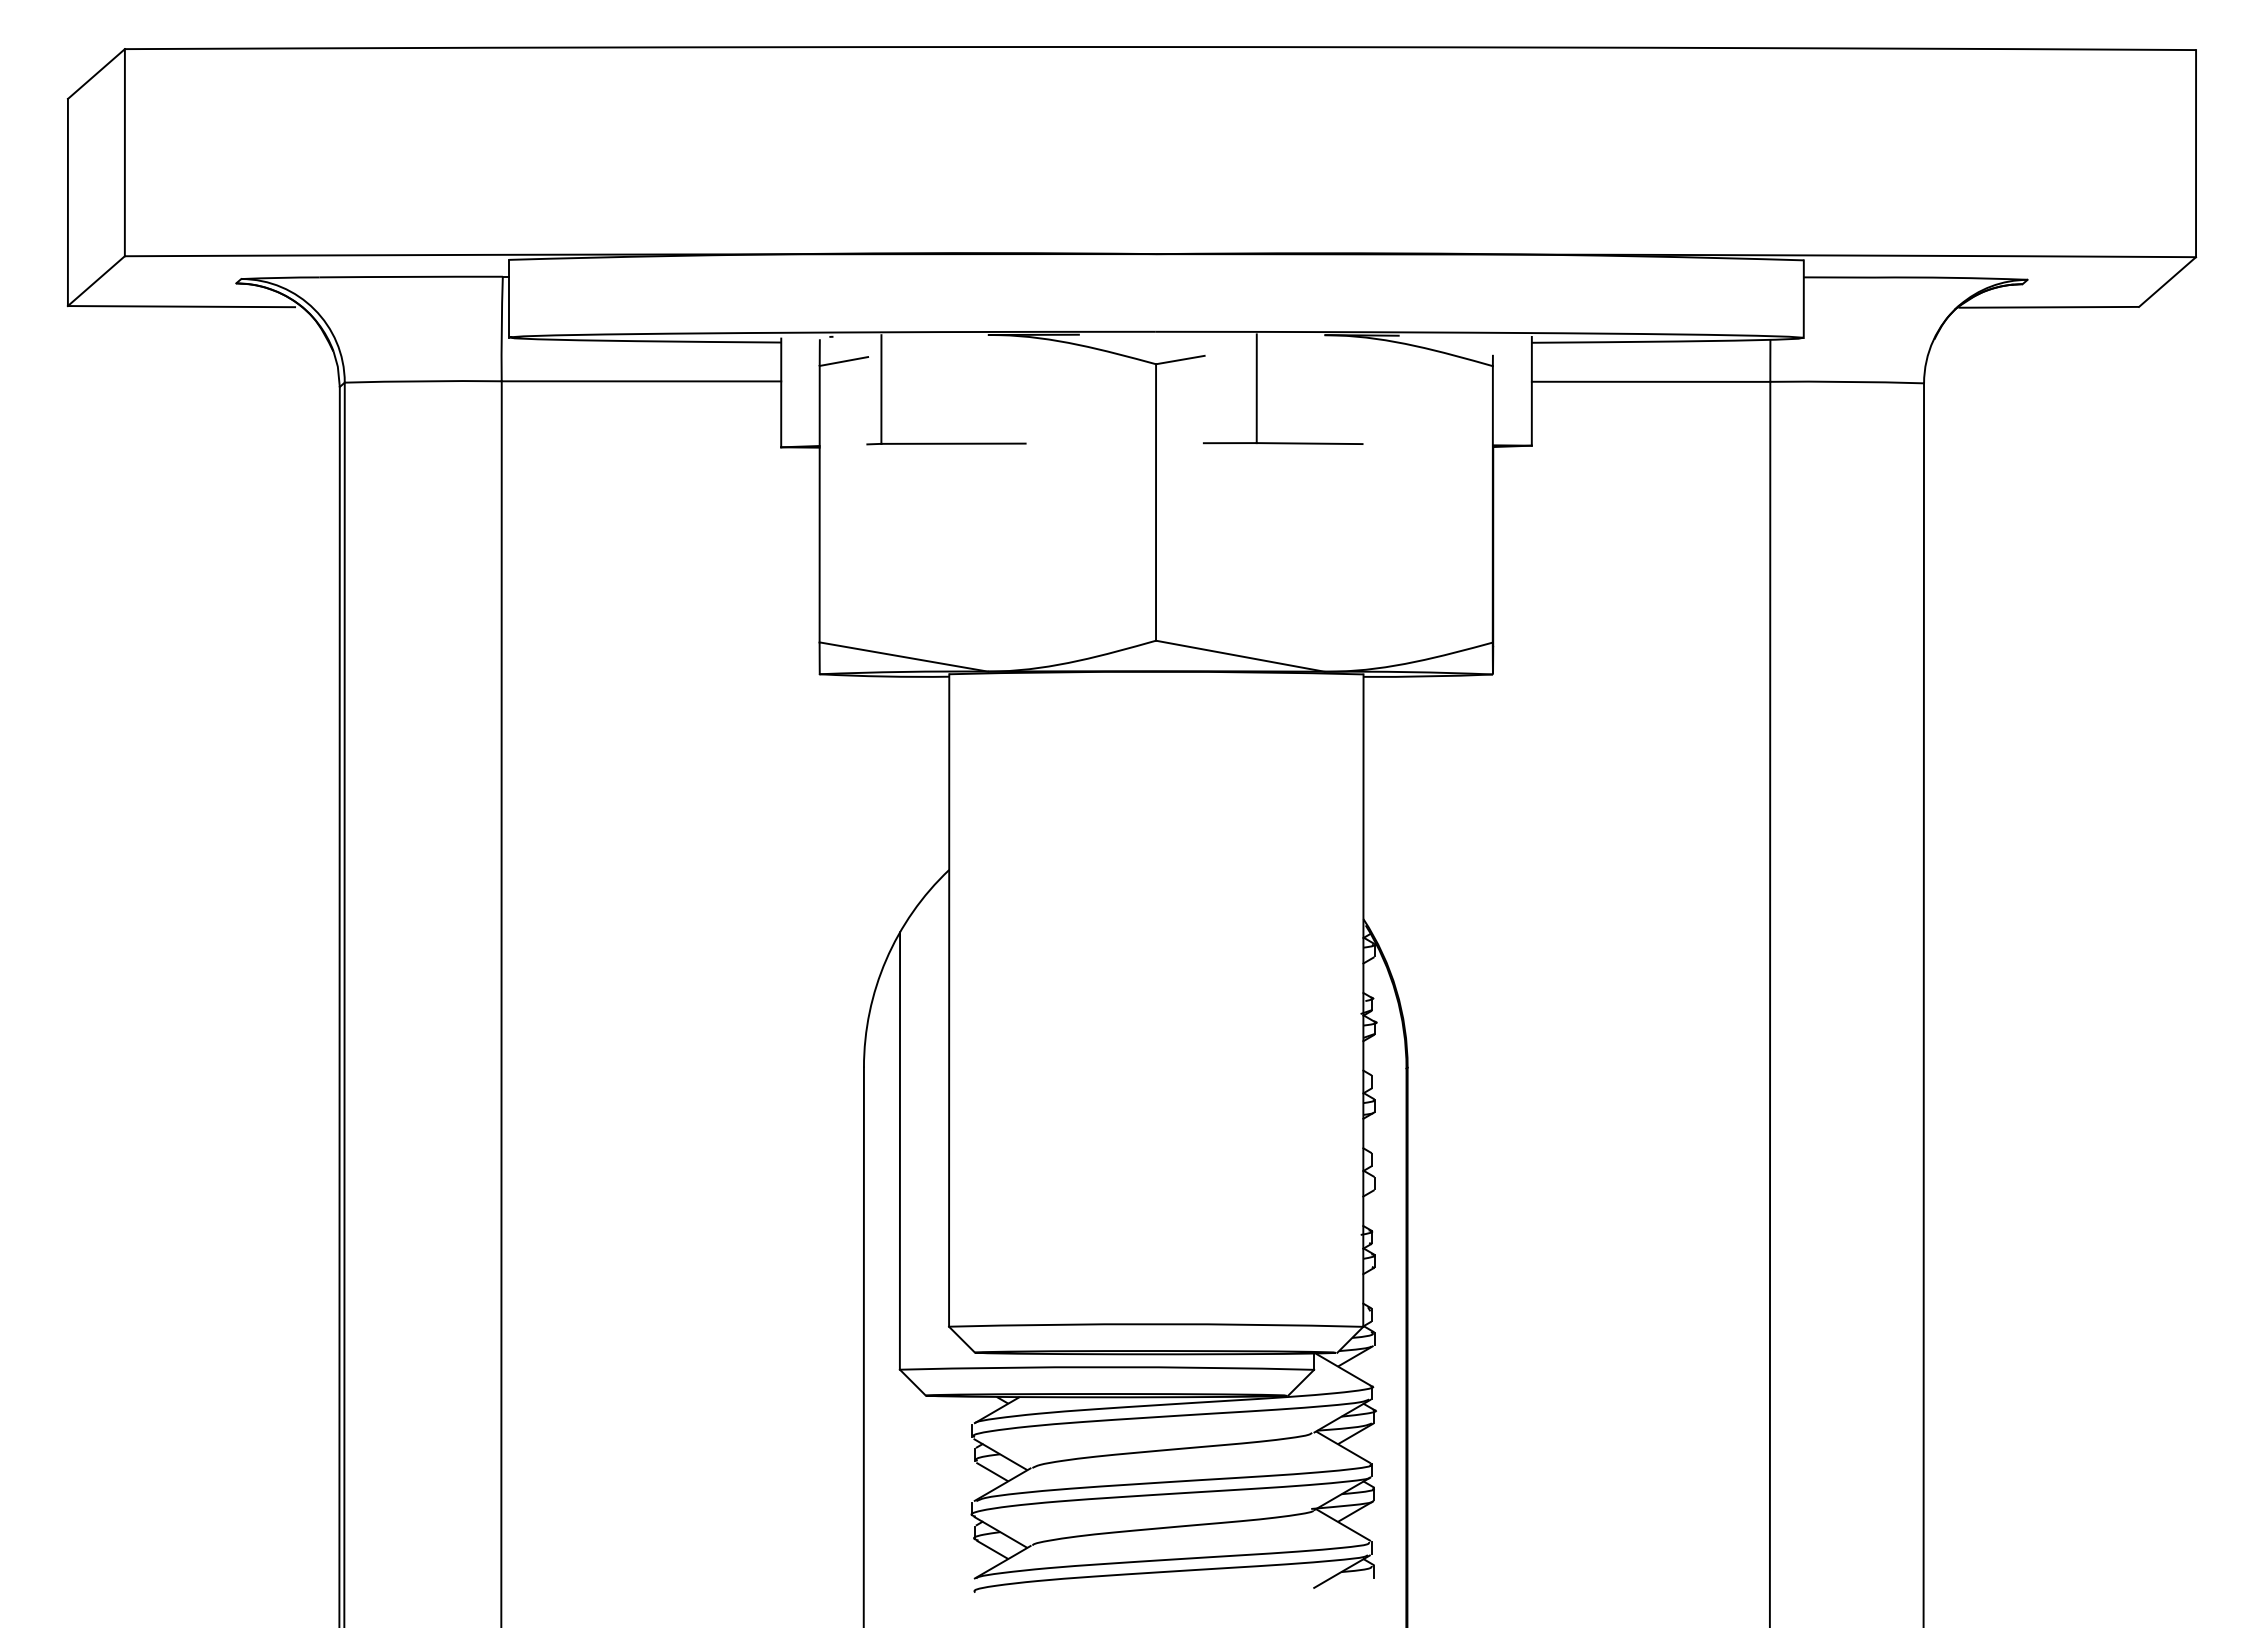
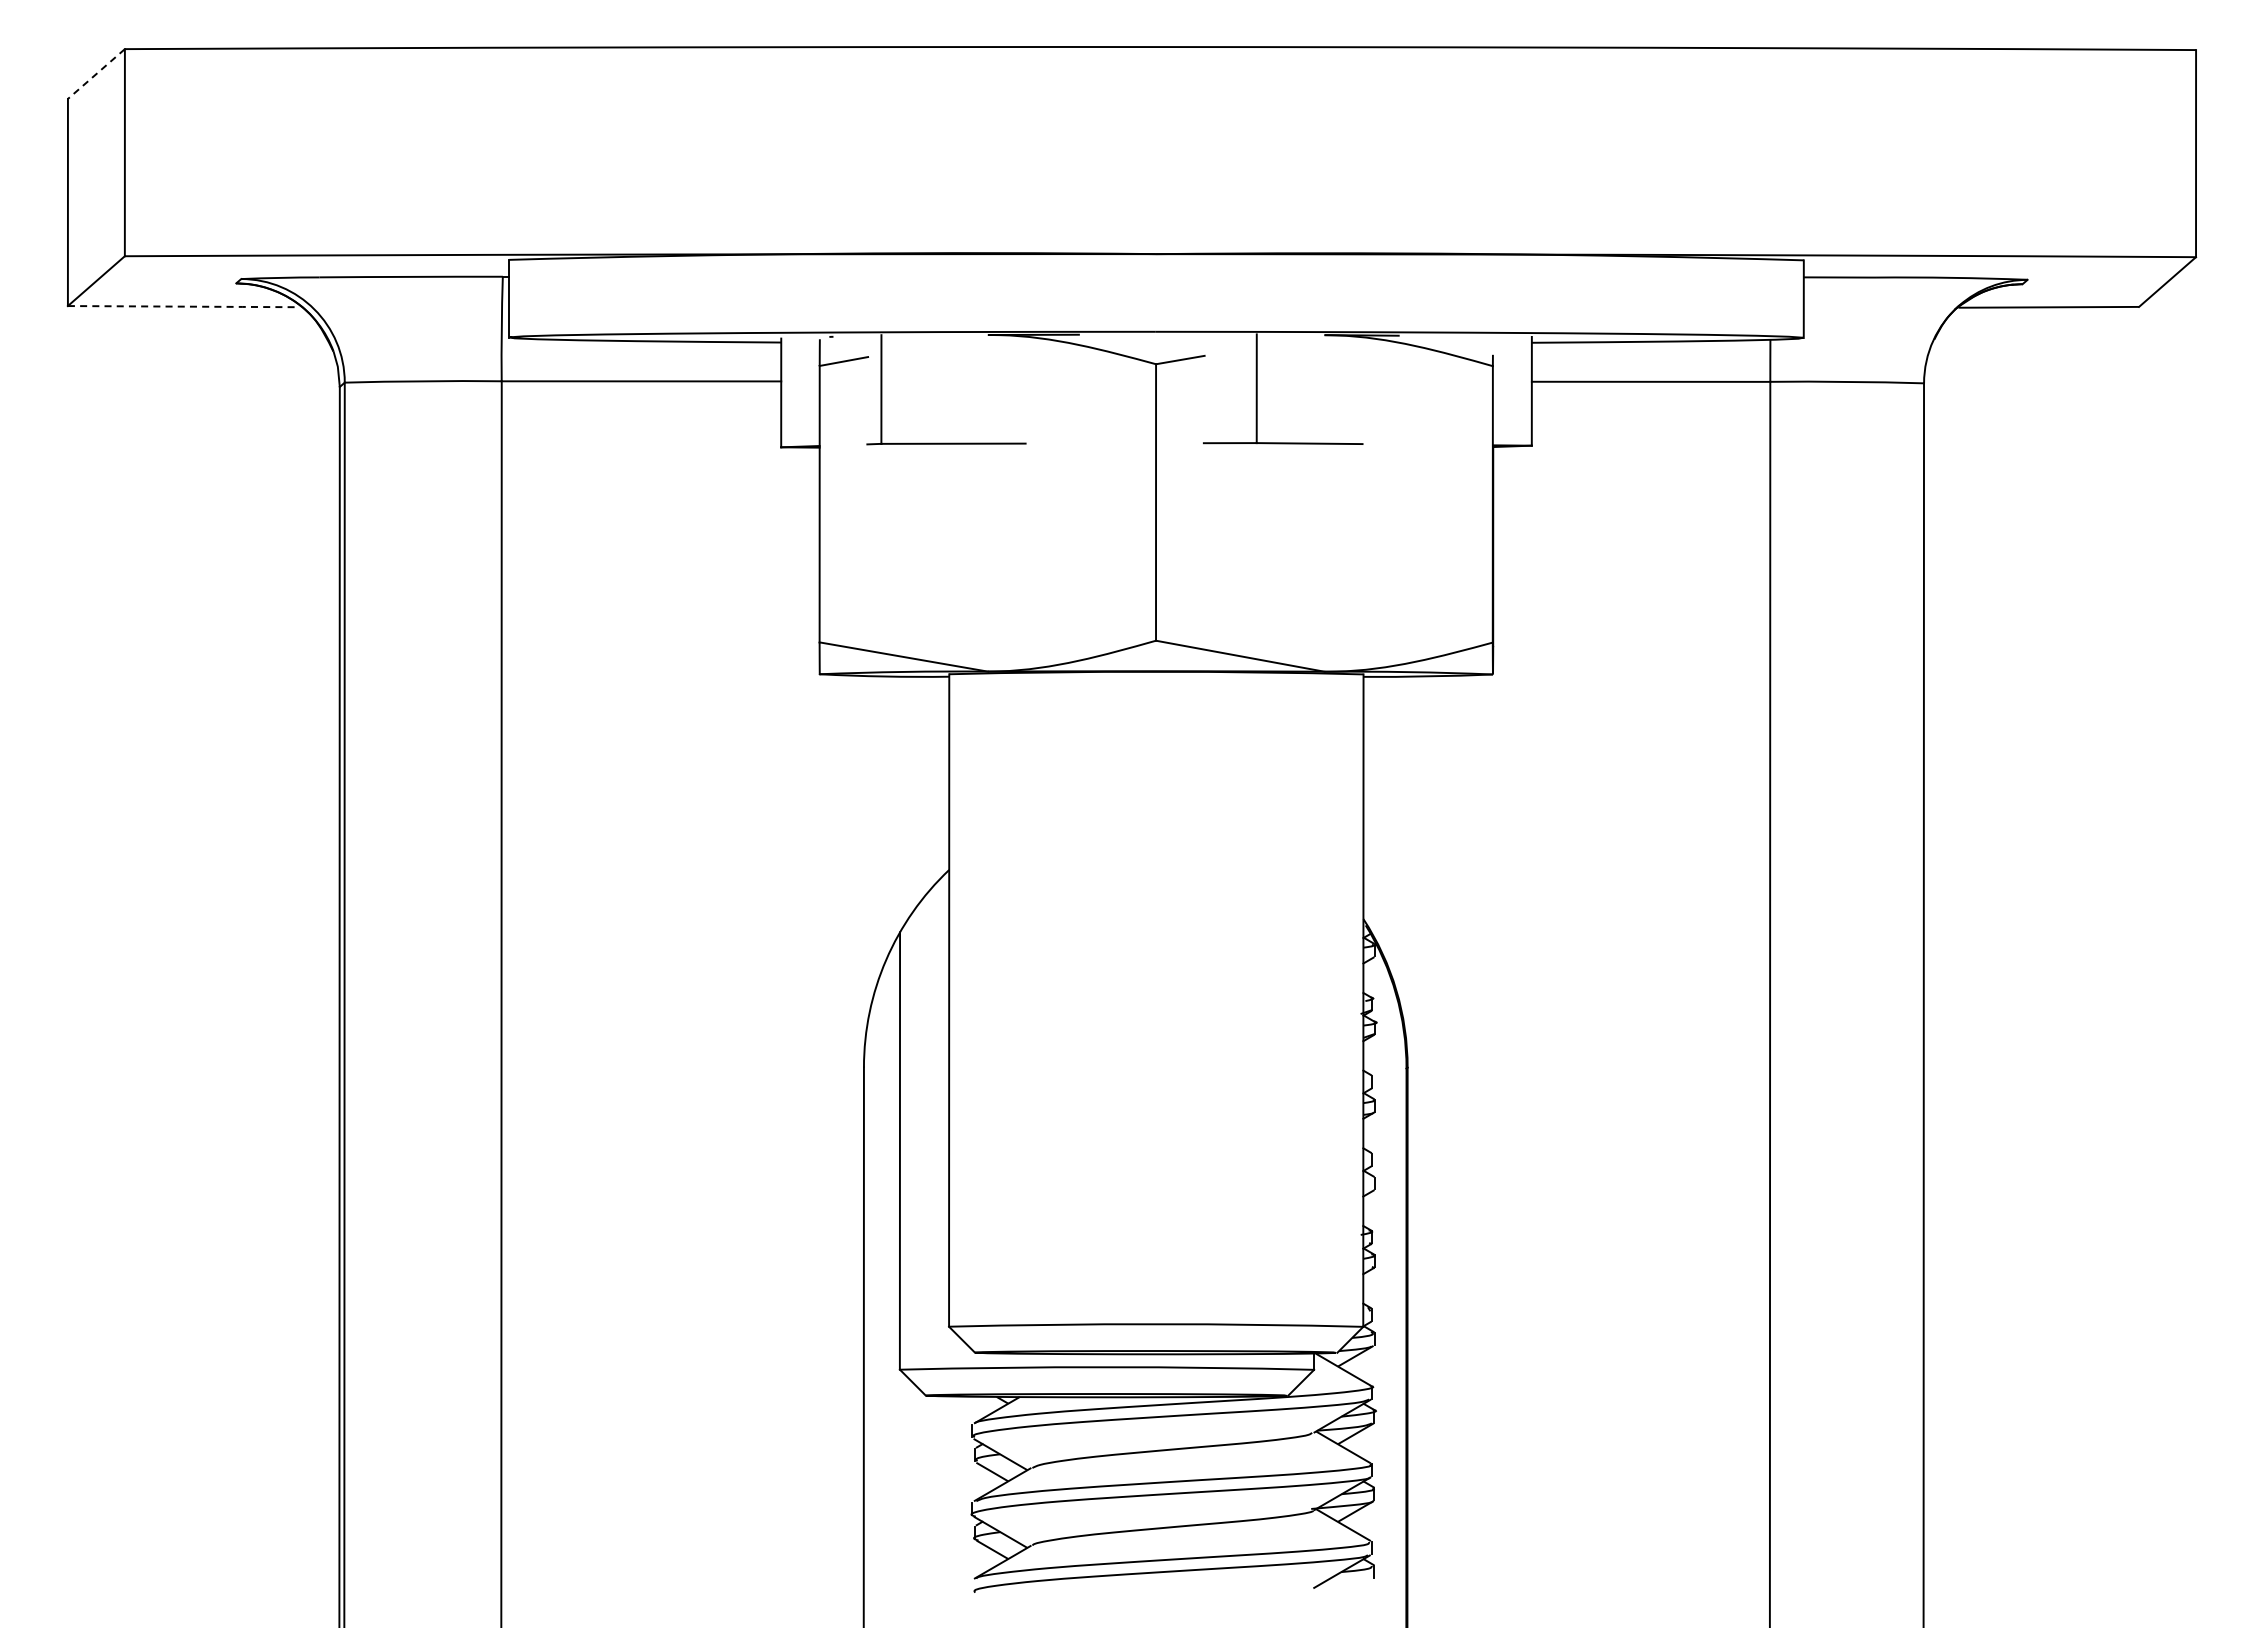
line at (96, 74): solid -> dashed
line at (182, 306): solid -> dashed
